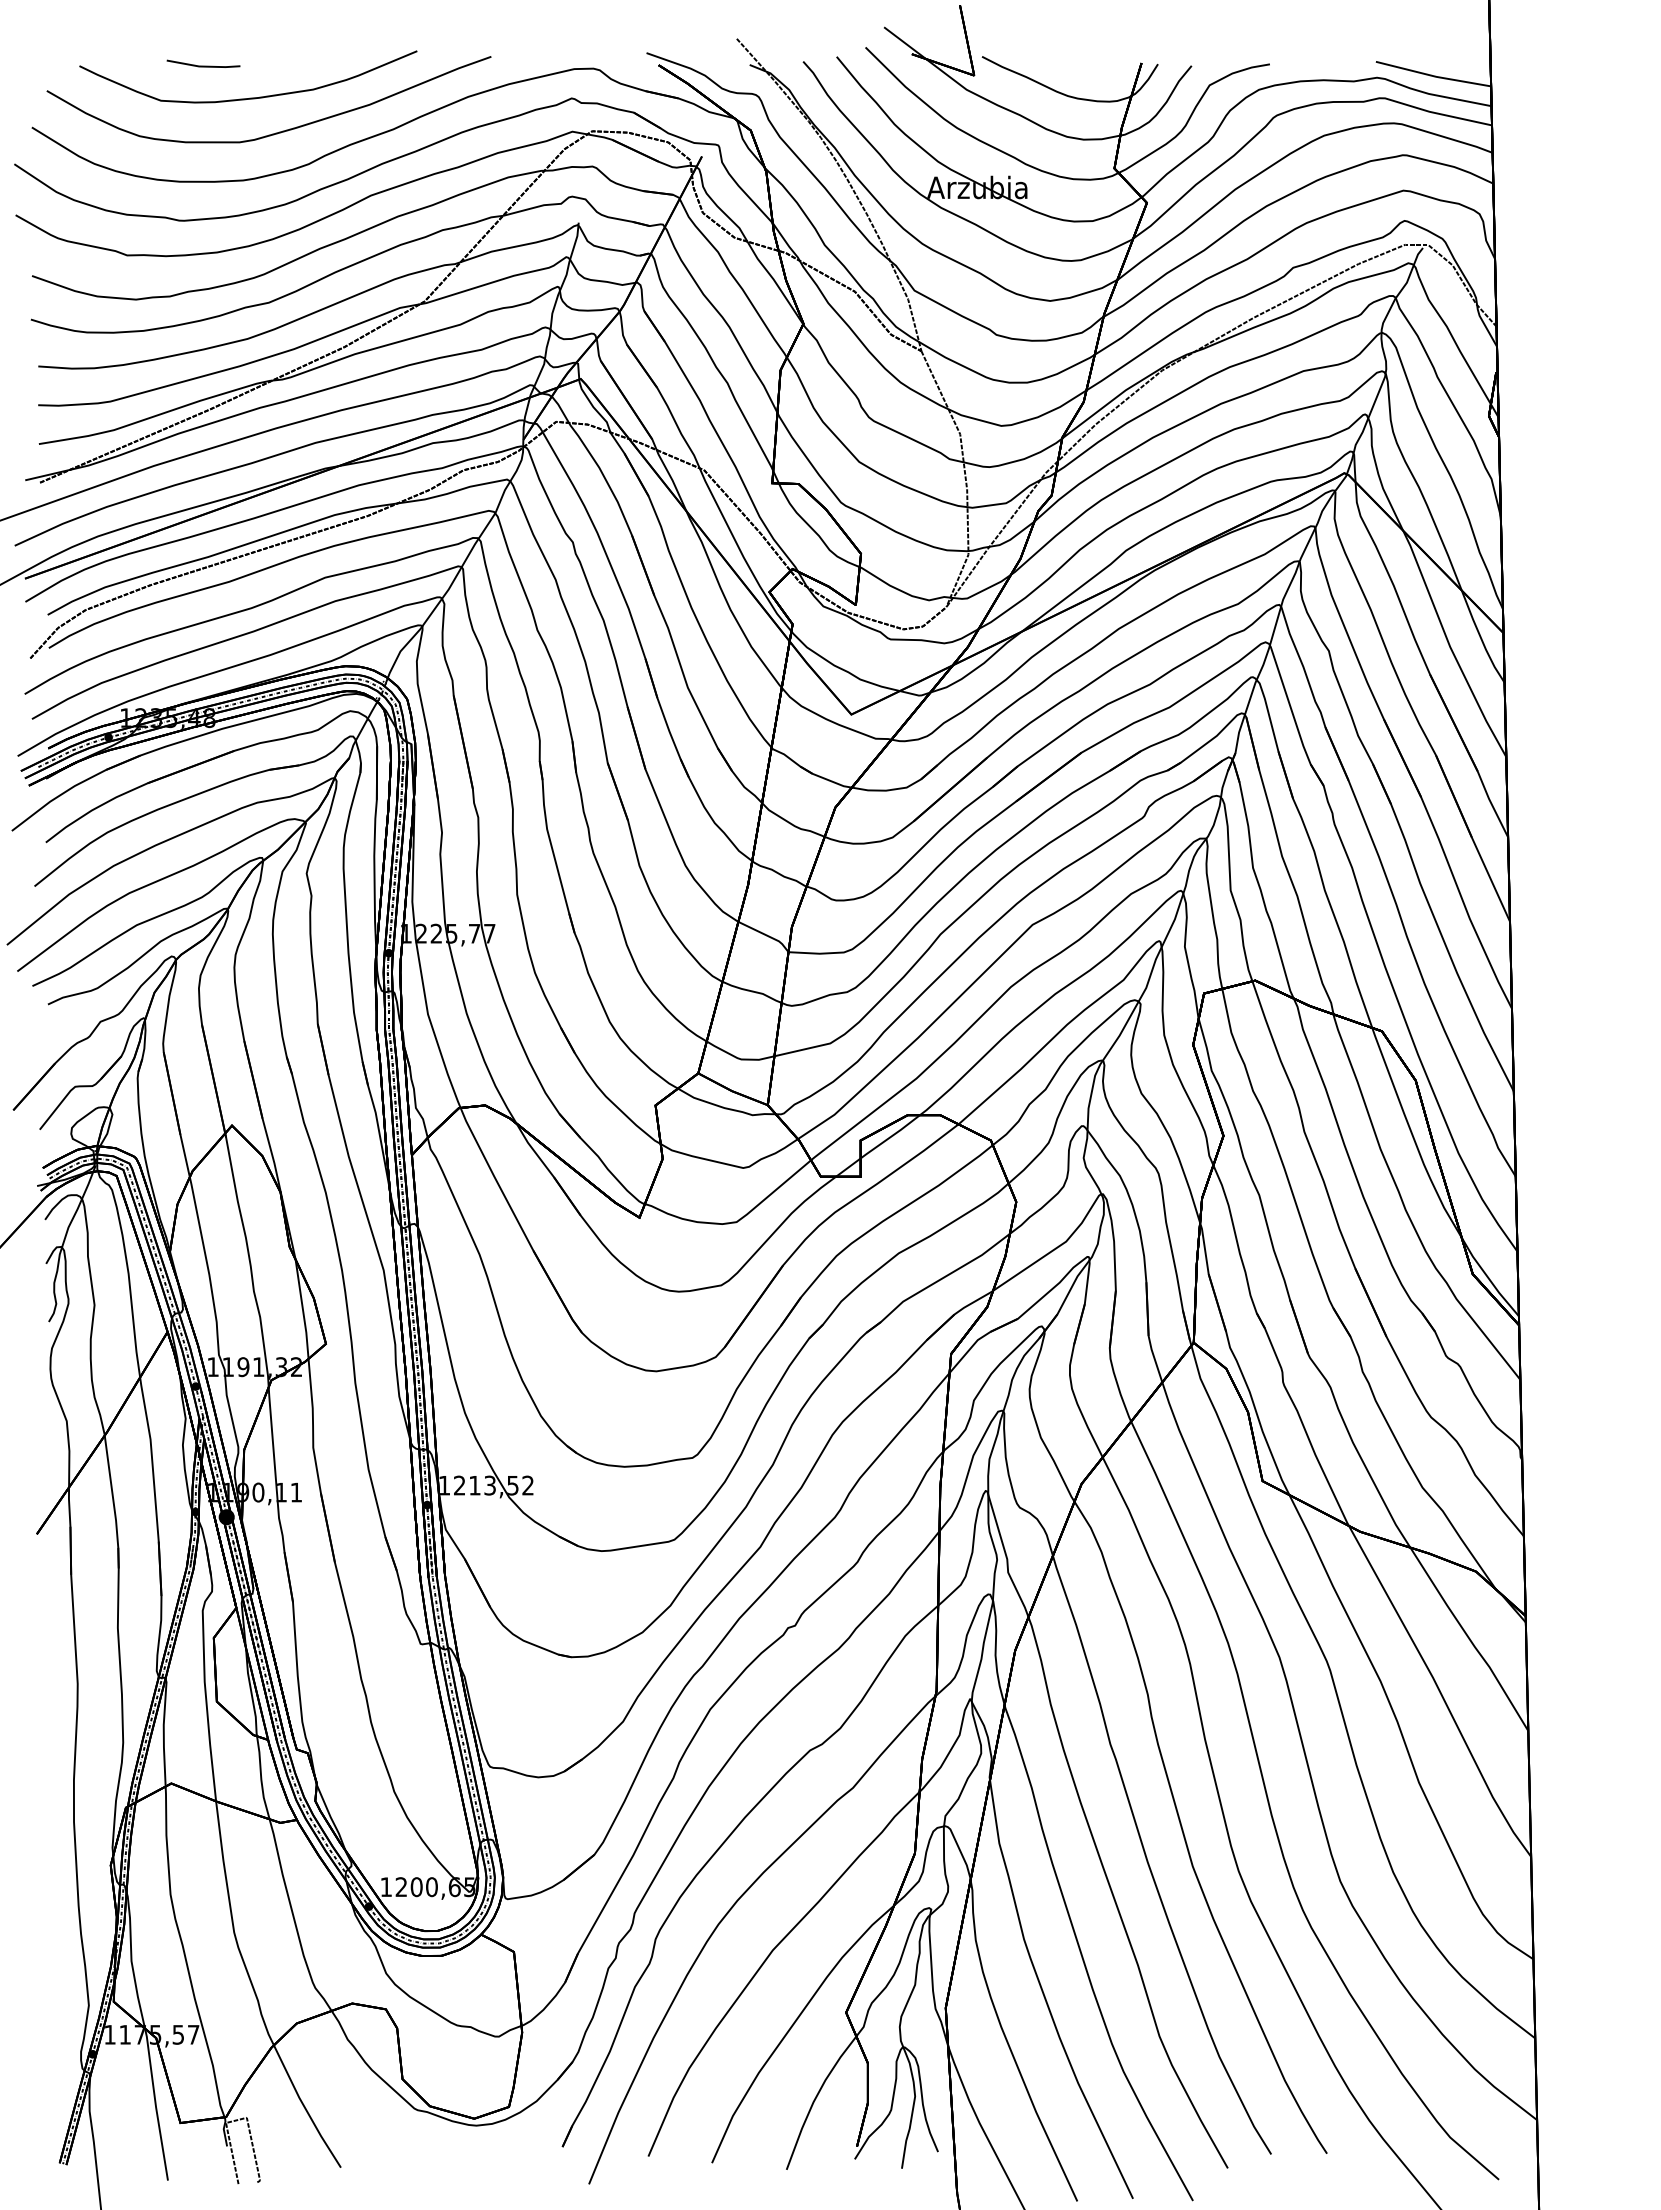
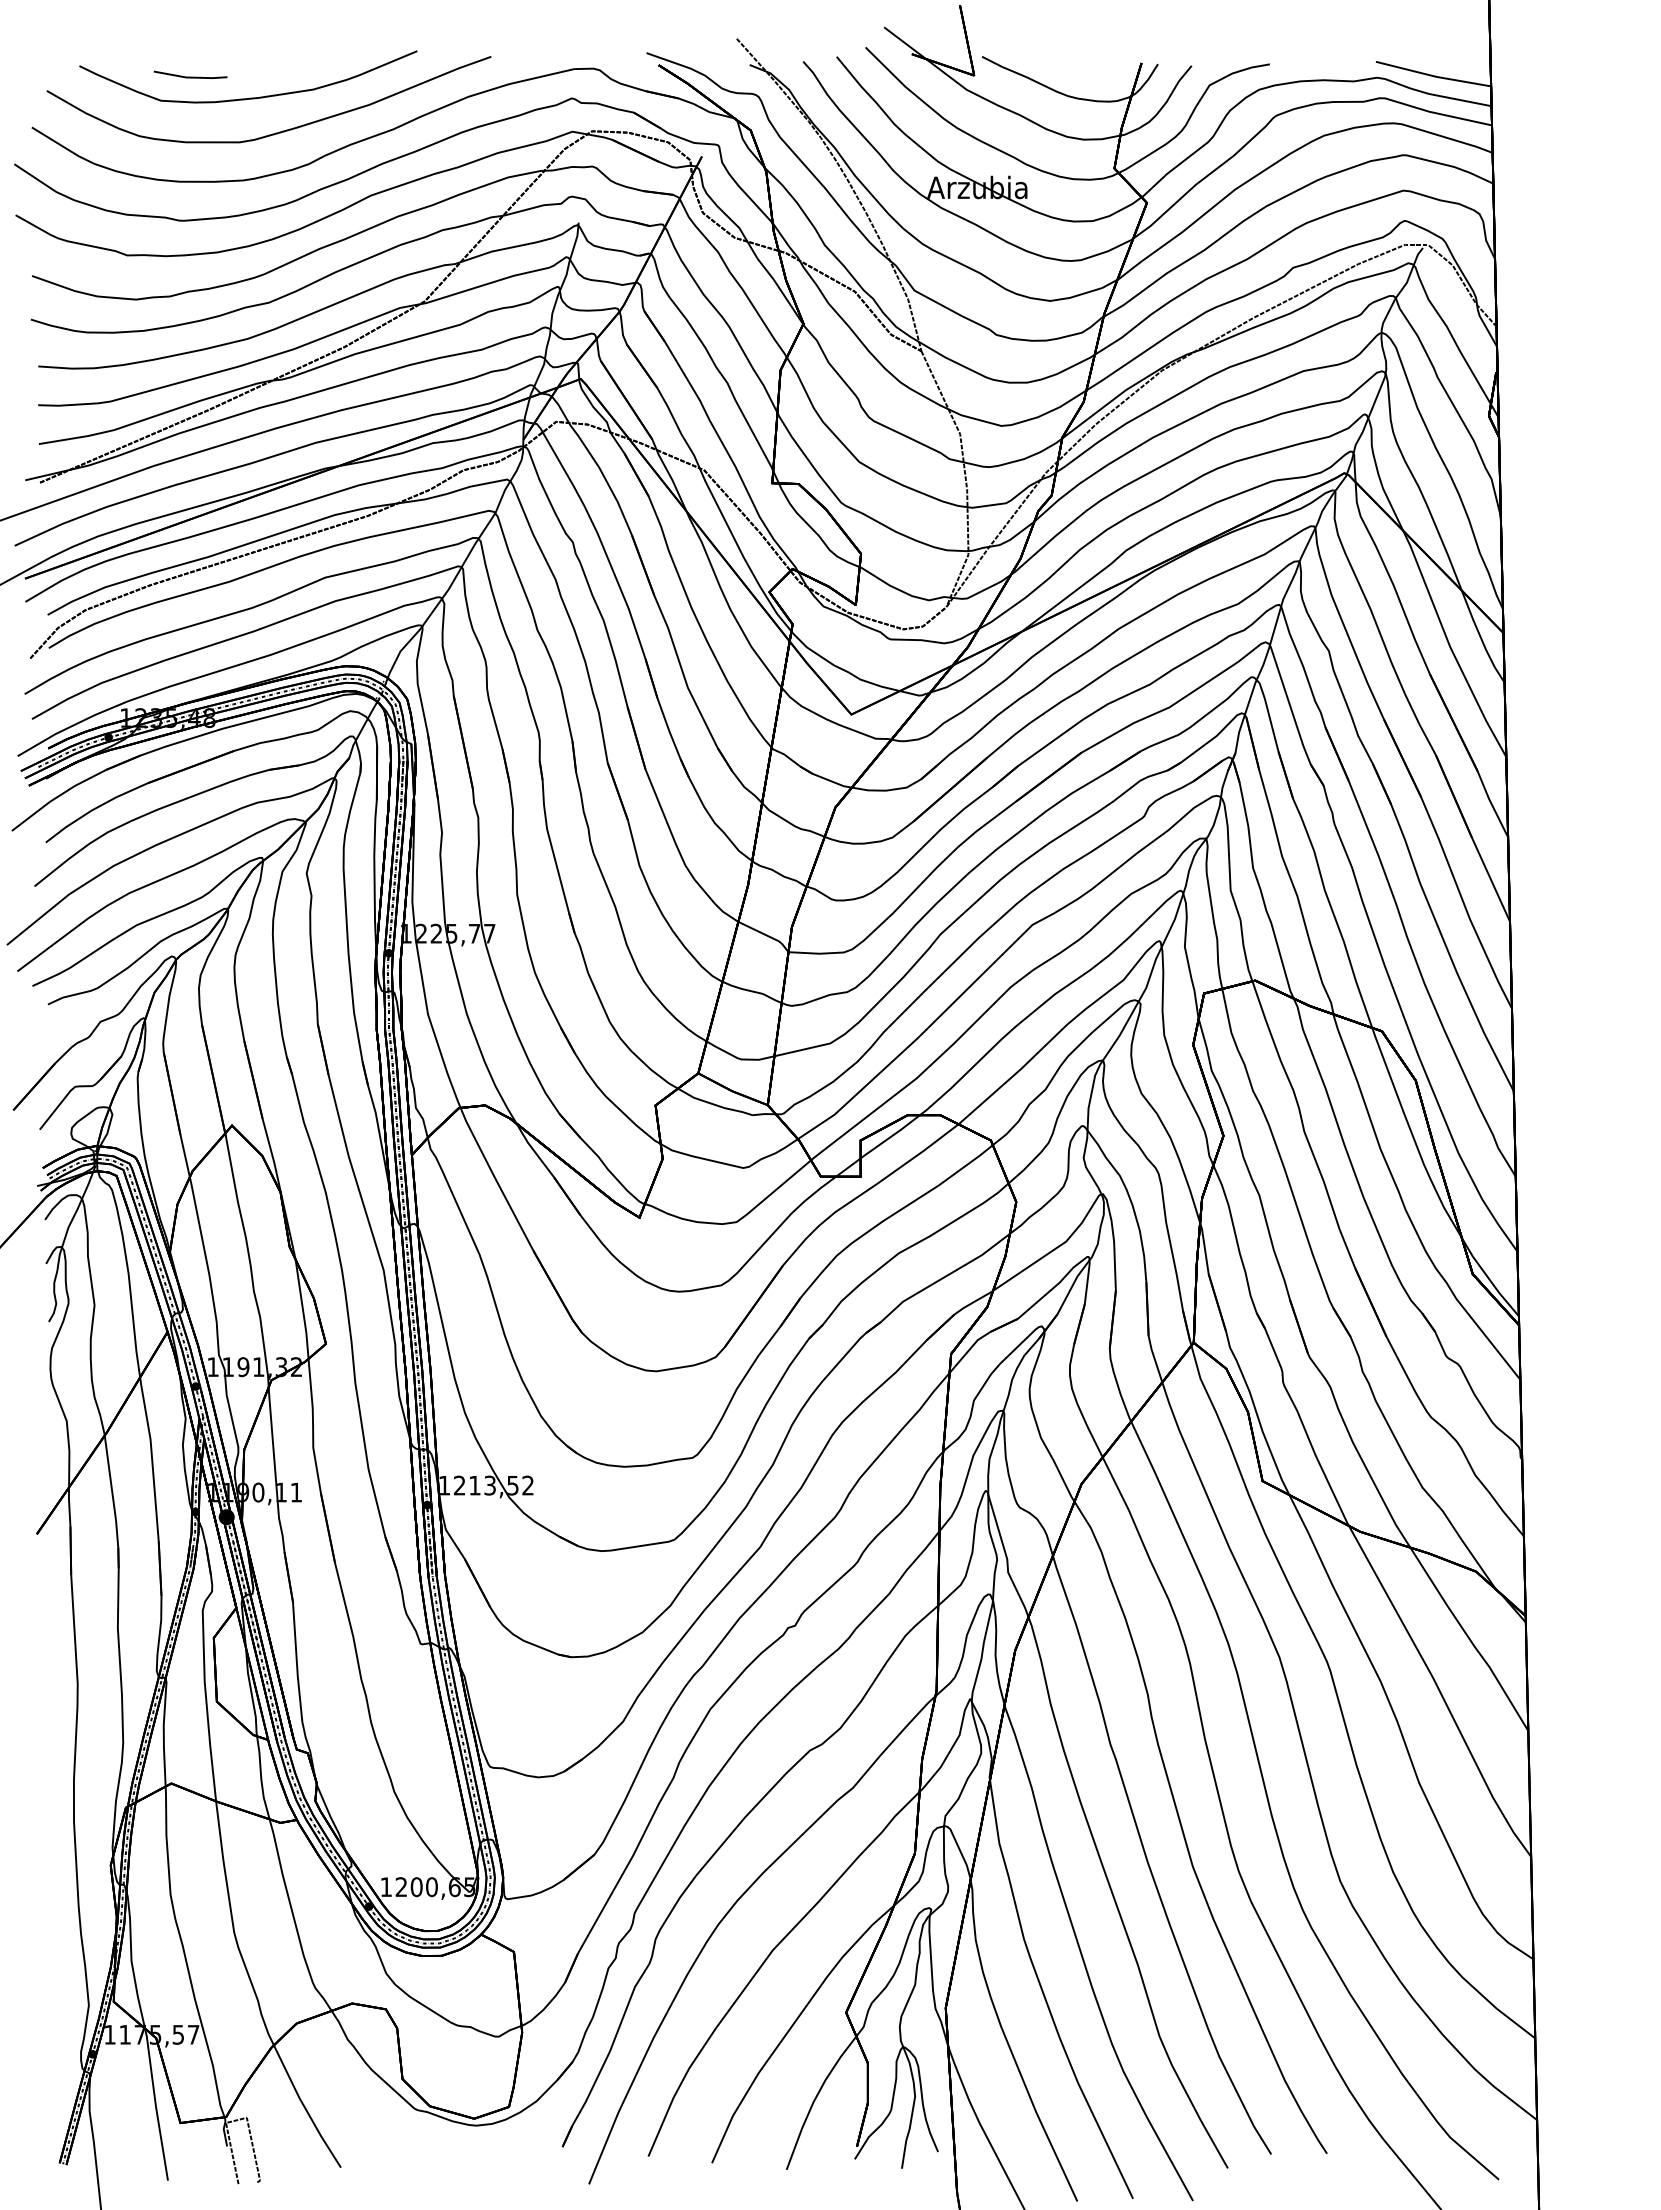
line at (203, 65) position: (203, 65) -> (190, 76)
